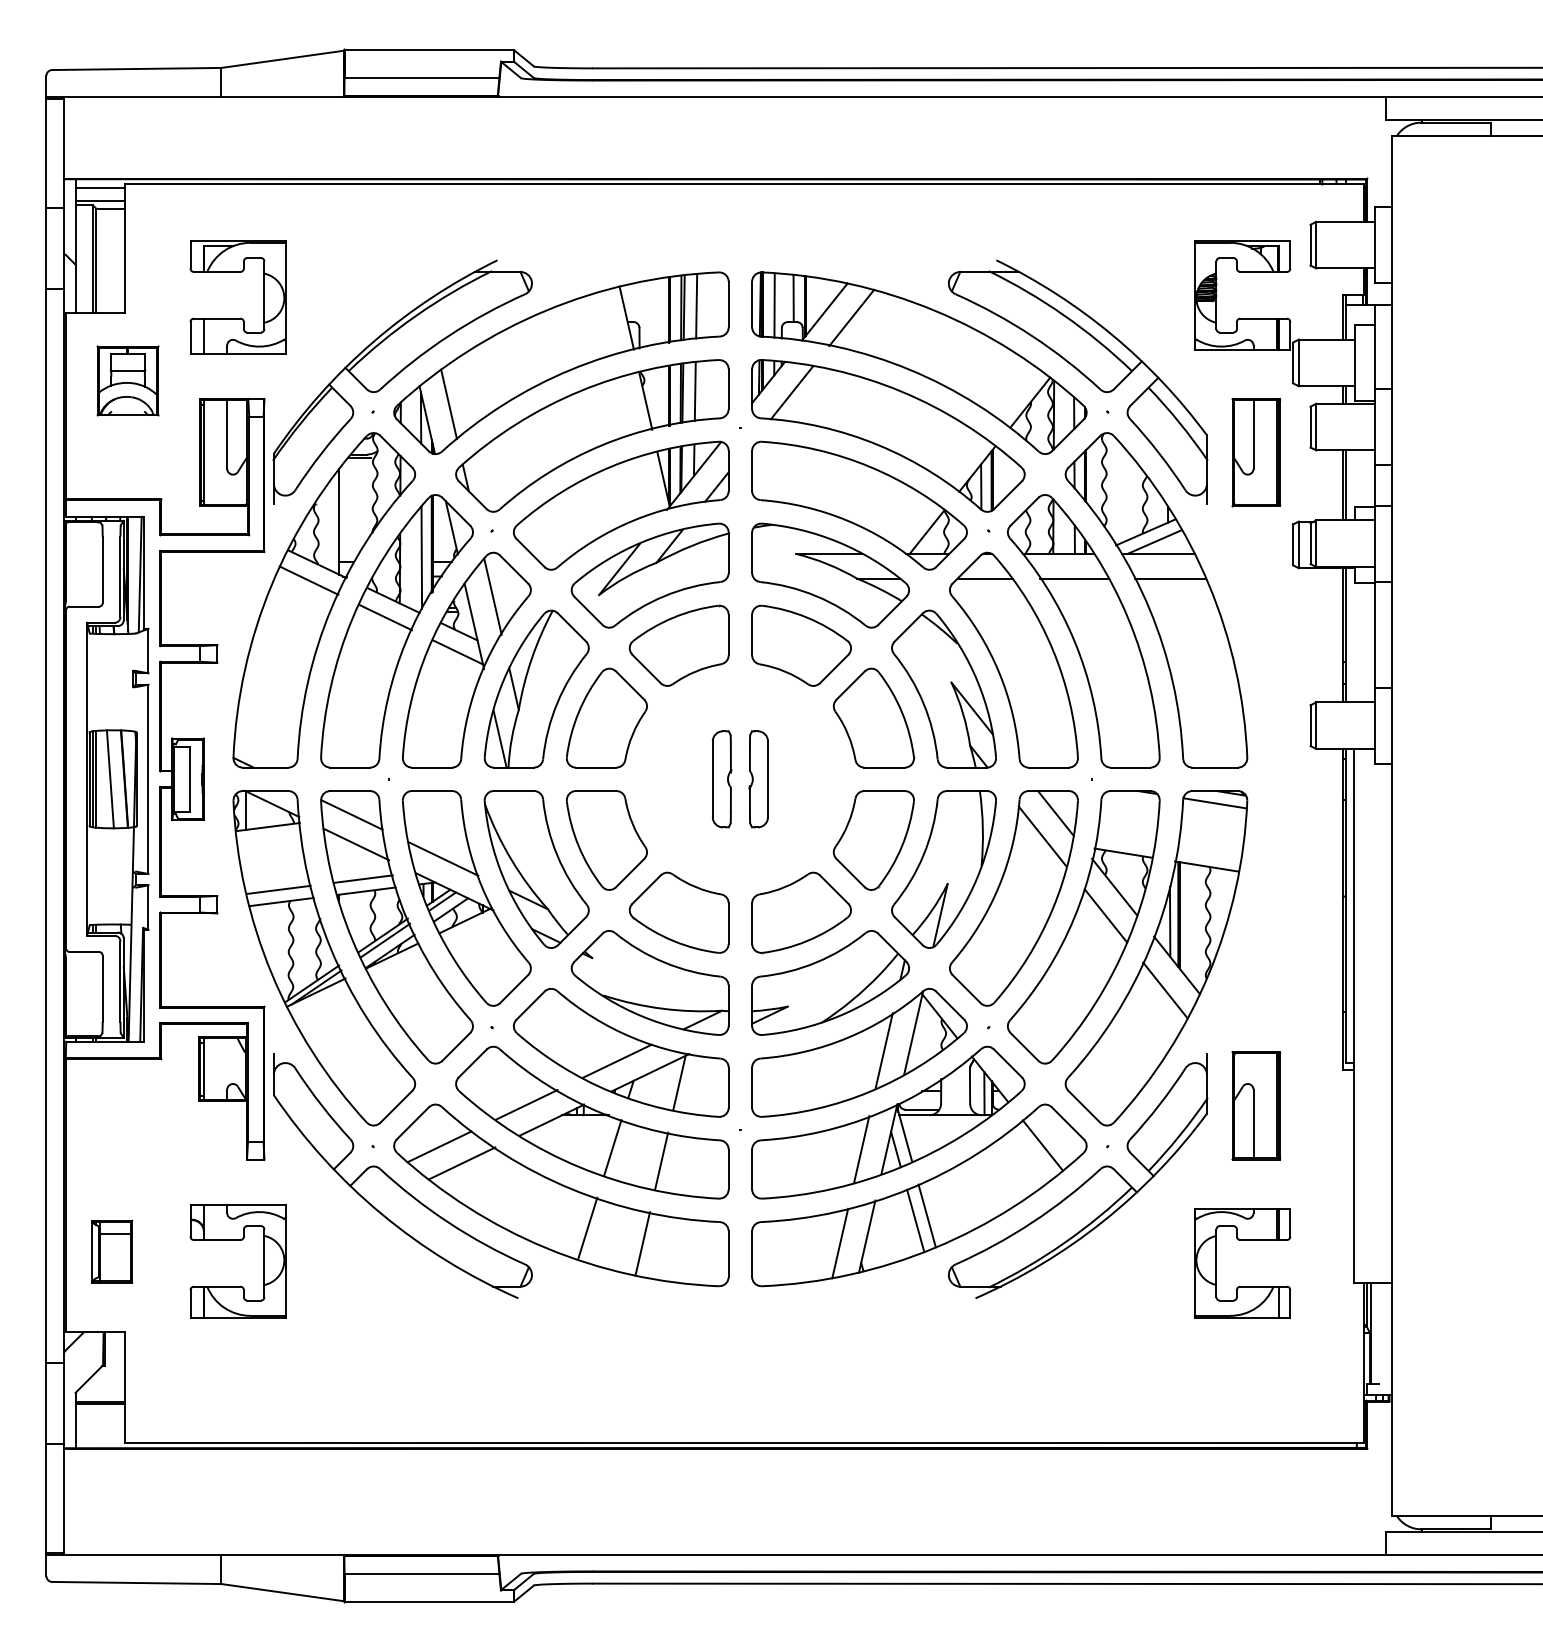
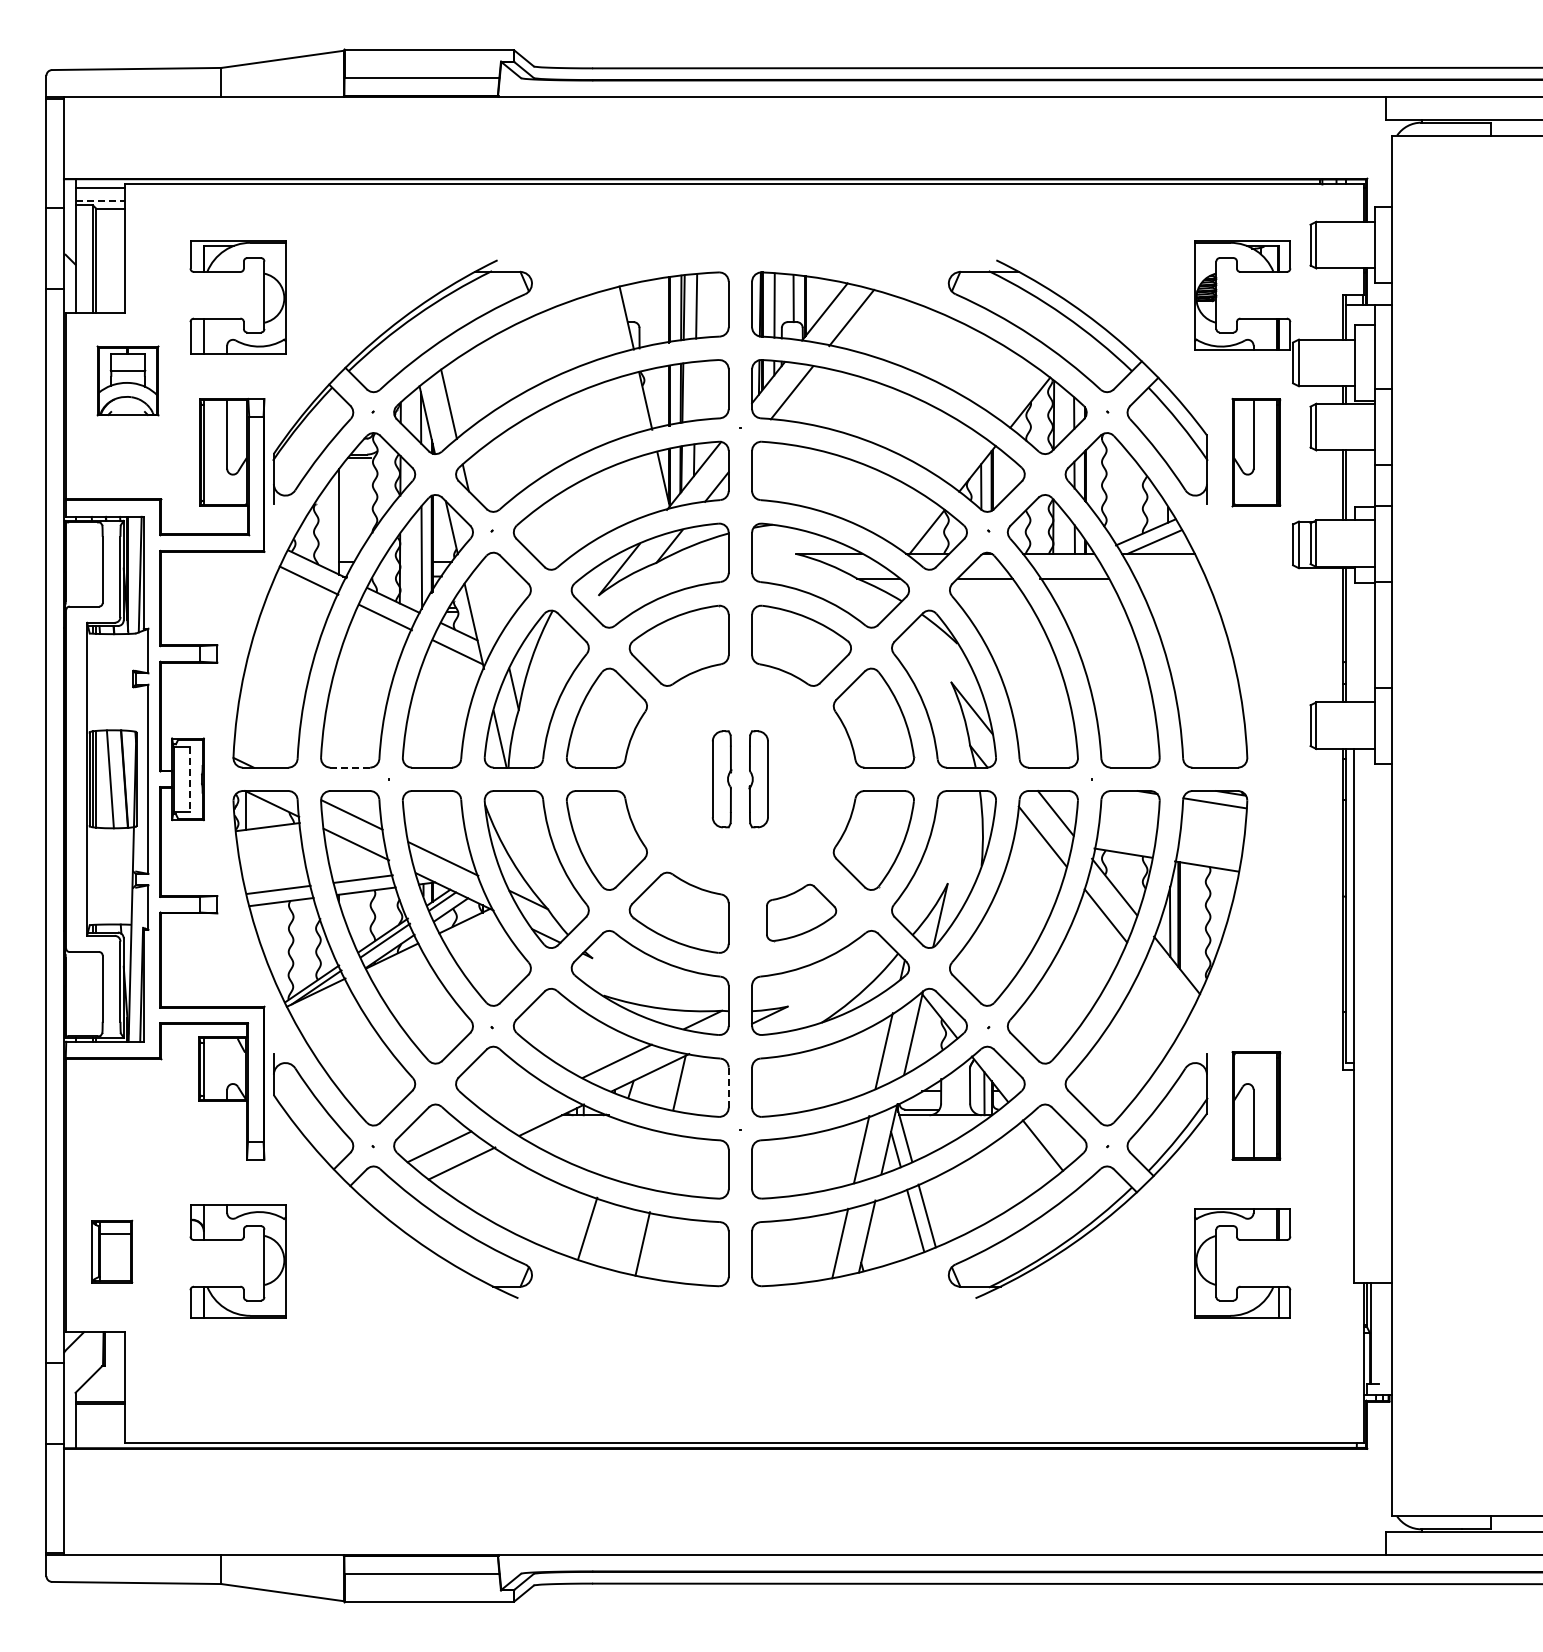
line at (100, 200): solid -> dashed
line at (694, 391): present -> none
line at (1170, 578): present -> none
line at (492, 596): present -> none
line at (350, 767): solid -> dashed
line at (189, 779): solid -> dashed
part at (801, 912) size: 101x84 px -> 72x60 px
line at (1165, 990): present -> none
line at (728, 1088): solid -> dashed
line at (526, 1104): present -> none
line at (612, 1147): present -> none
line at (661, 1160): present -> none
